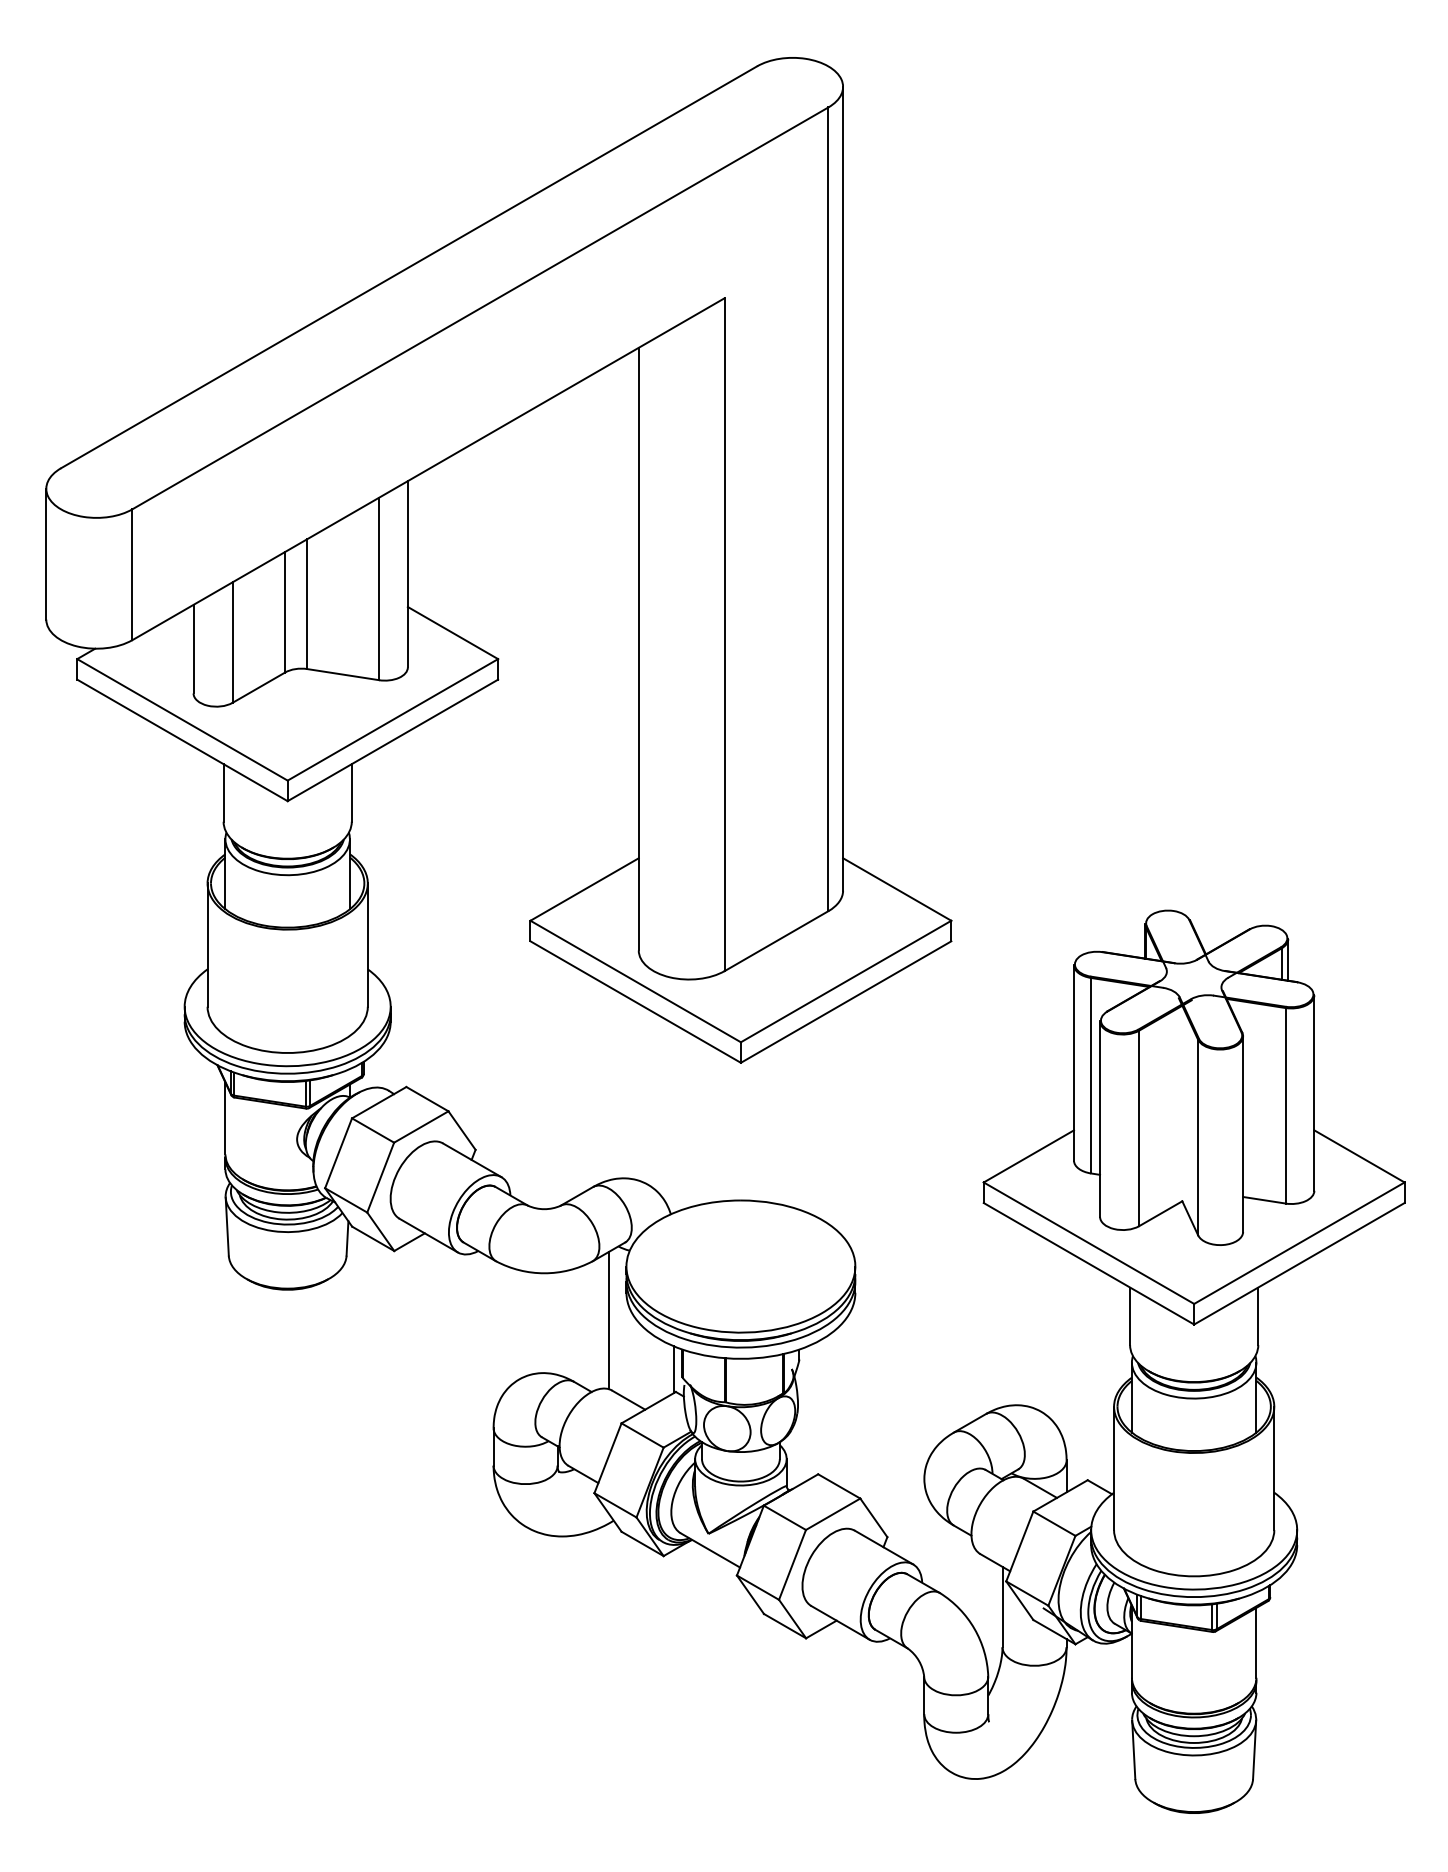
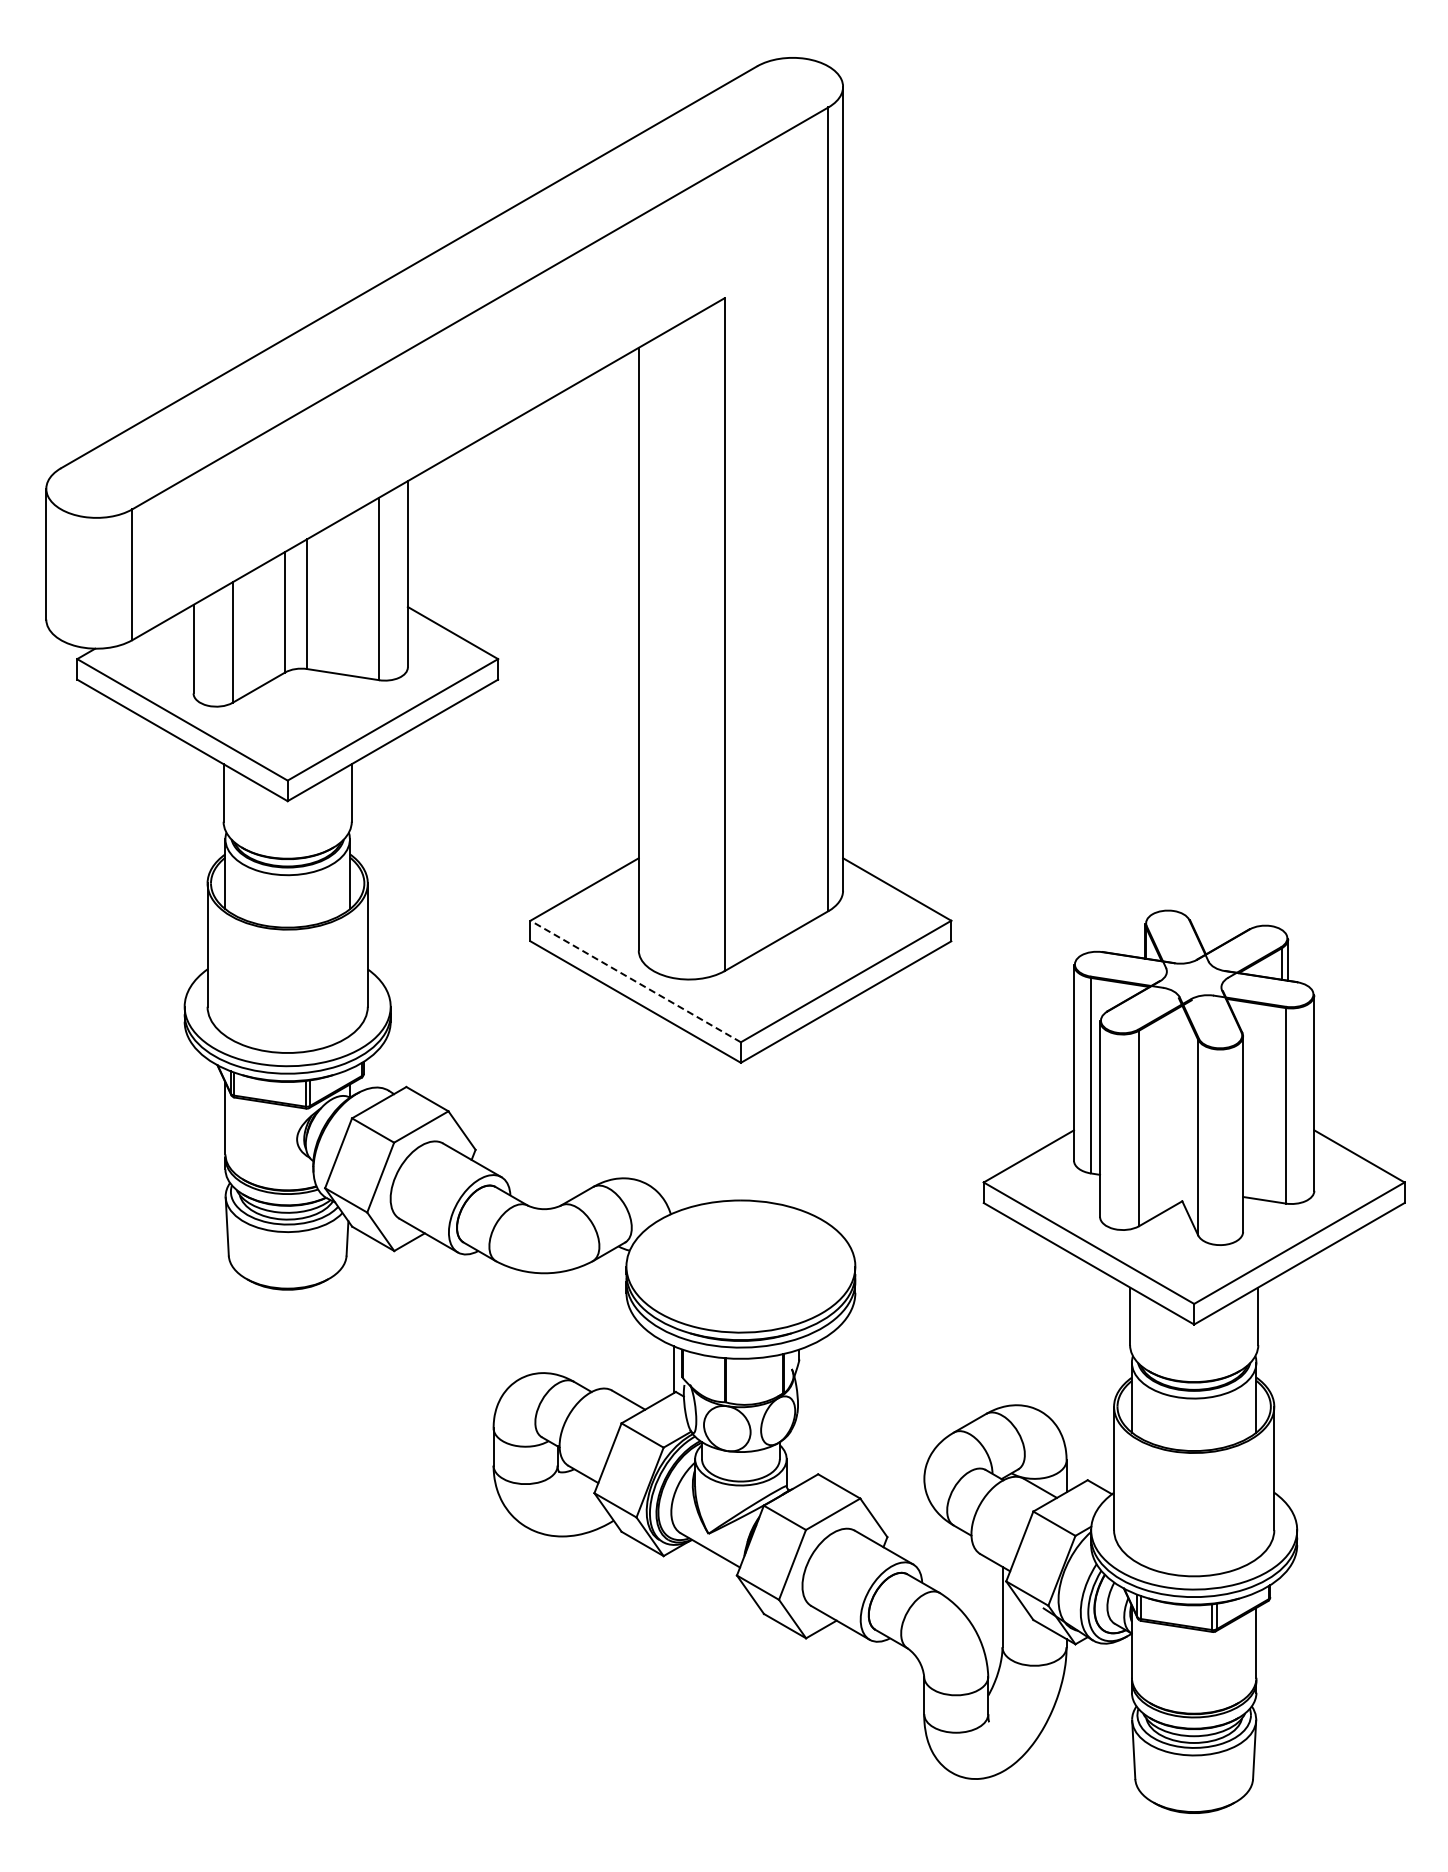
line at (635, 981): solid -> dashed
line at (609, 1320): present -> none
